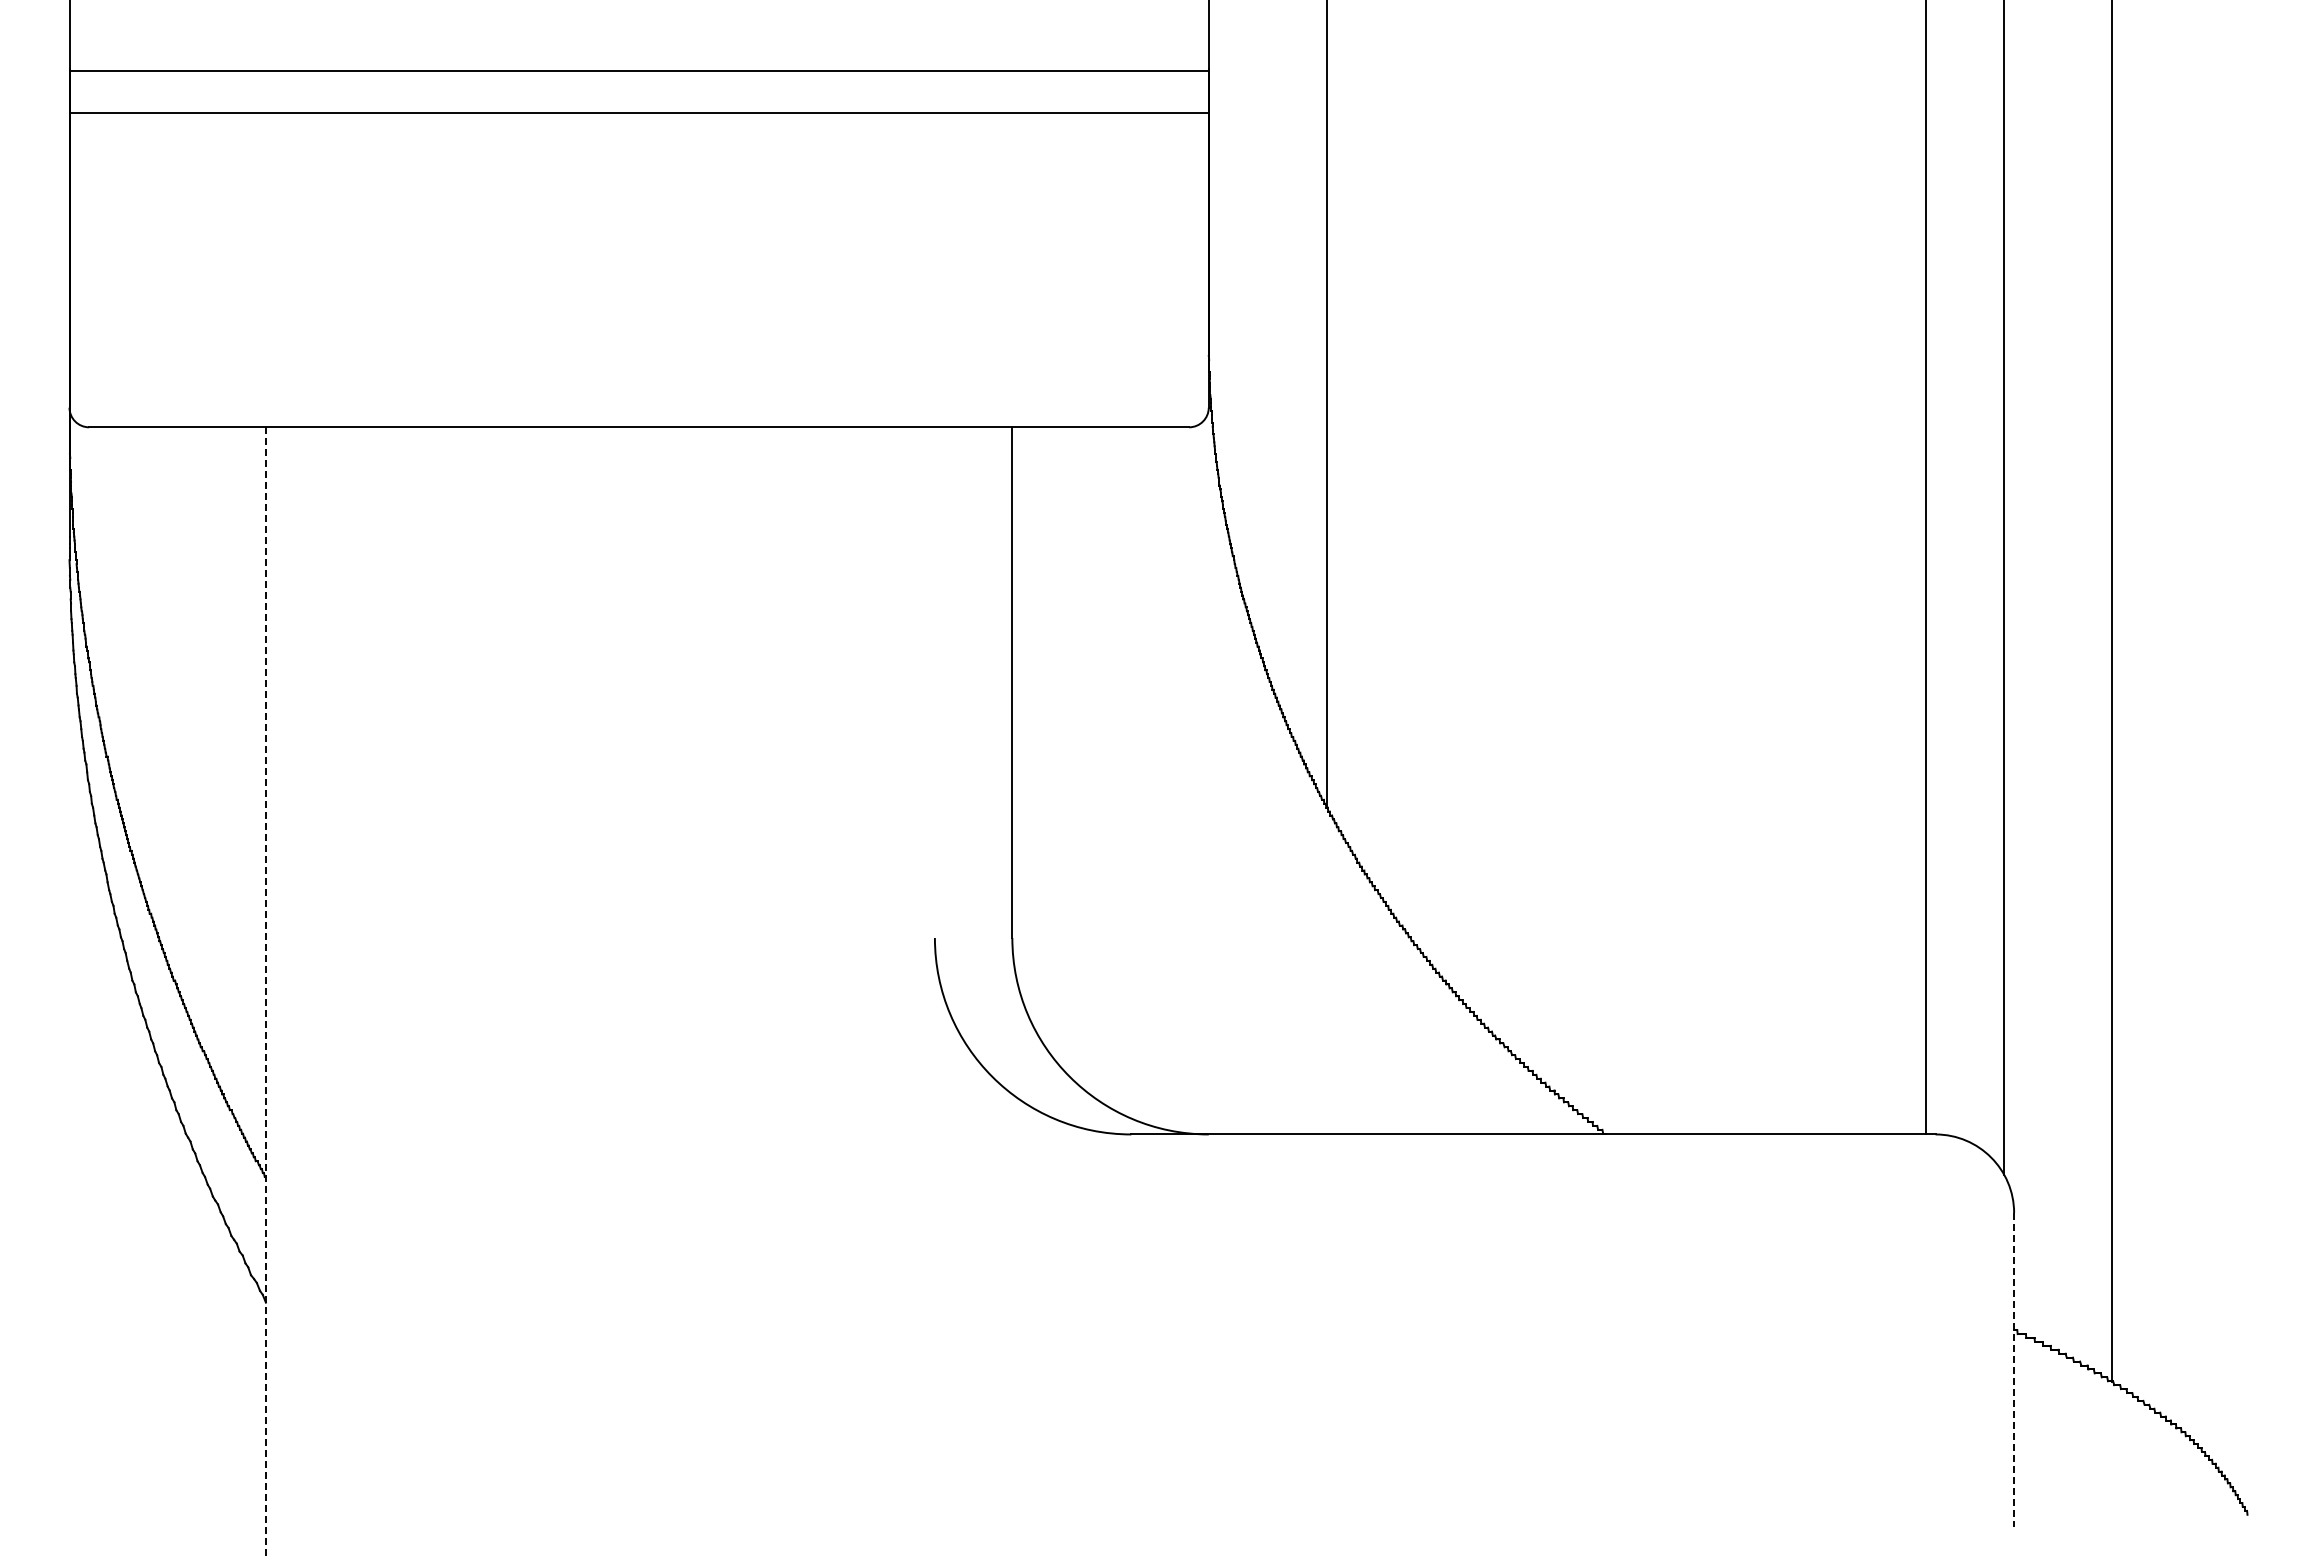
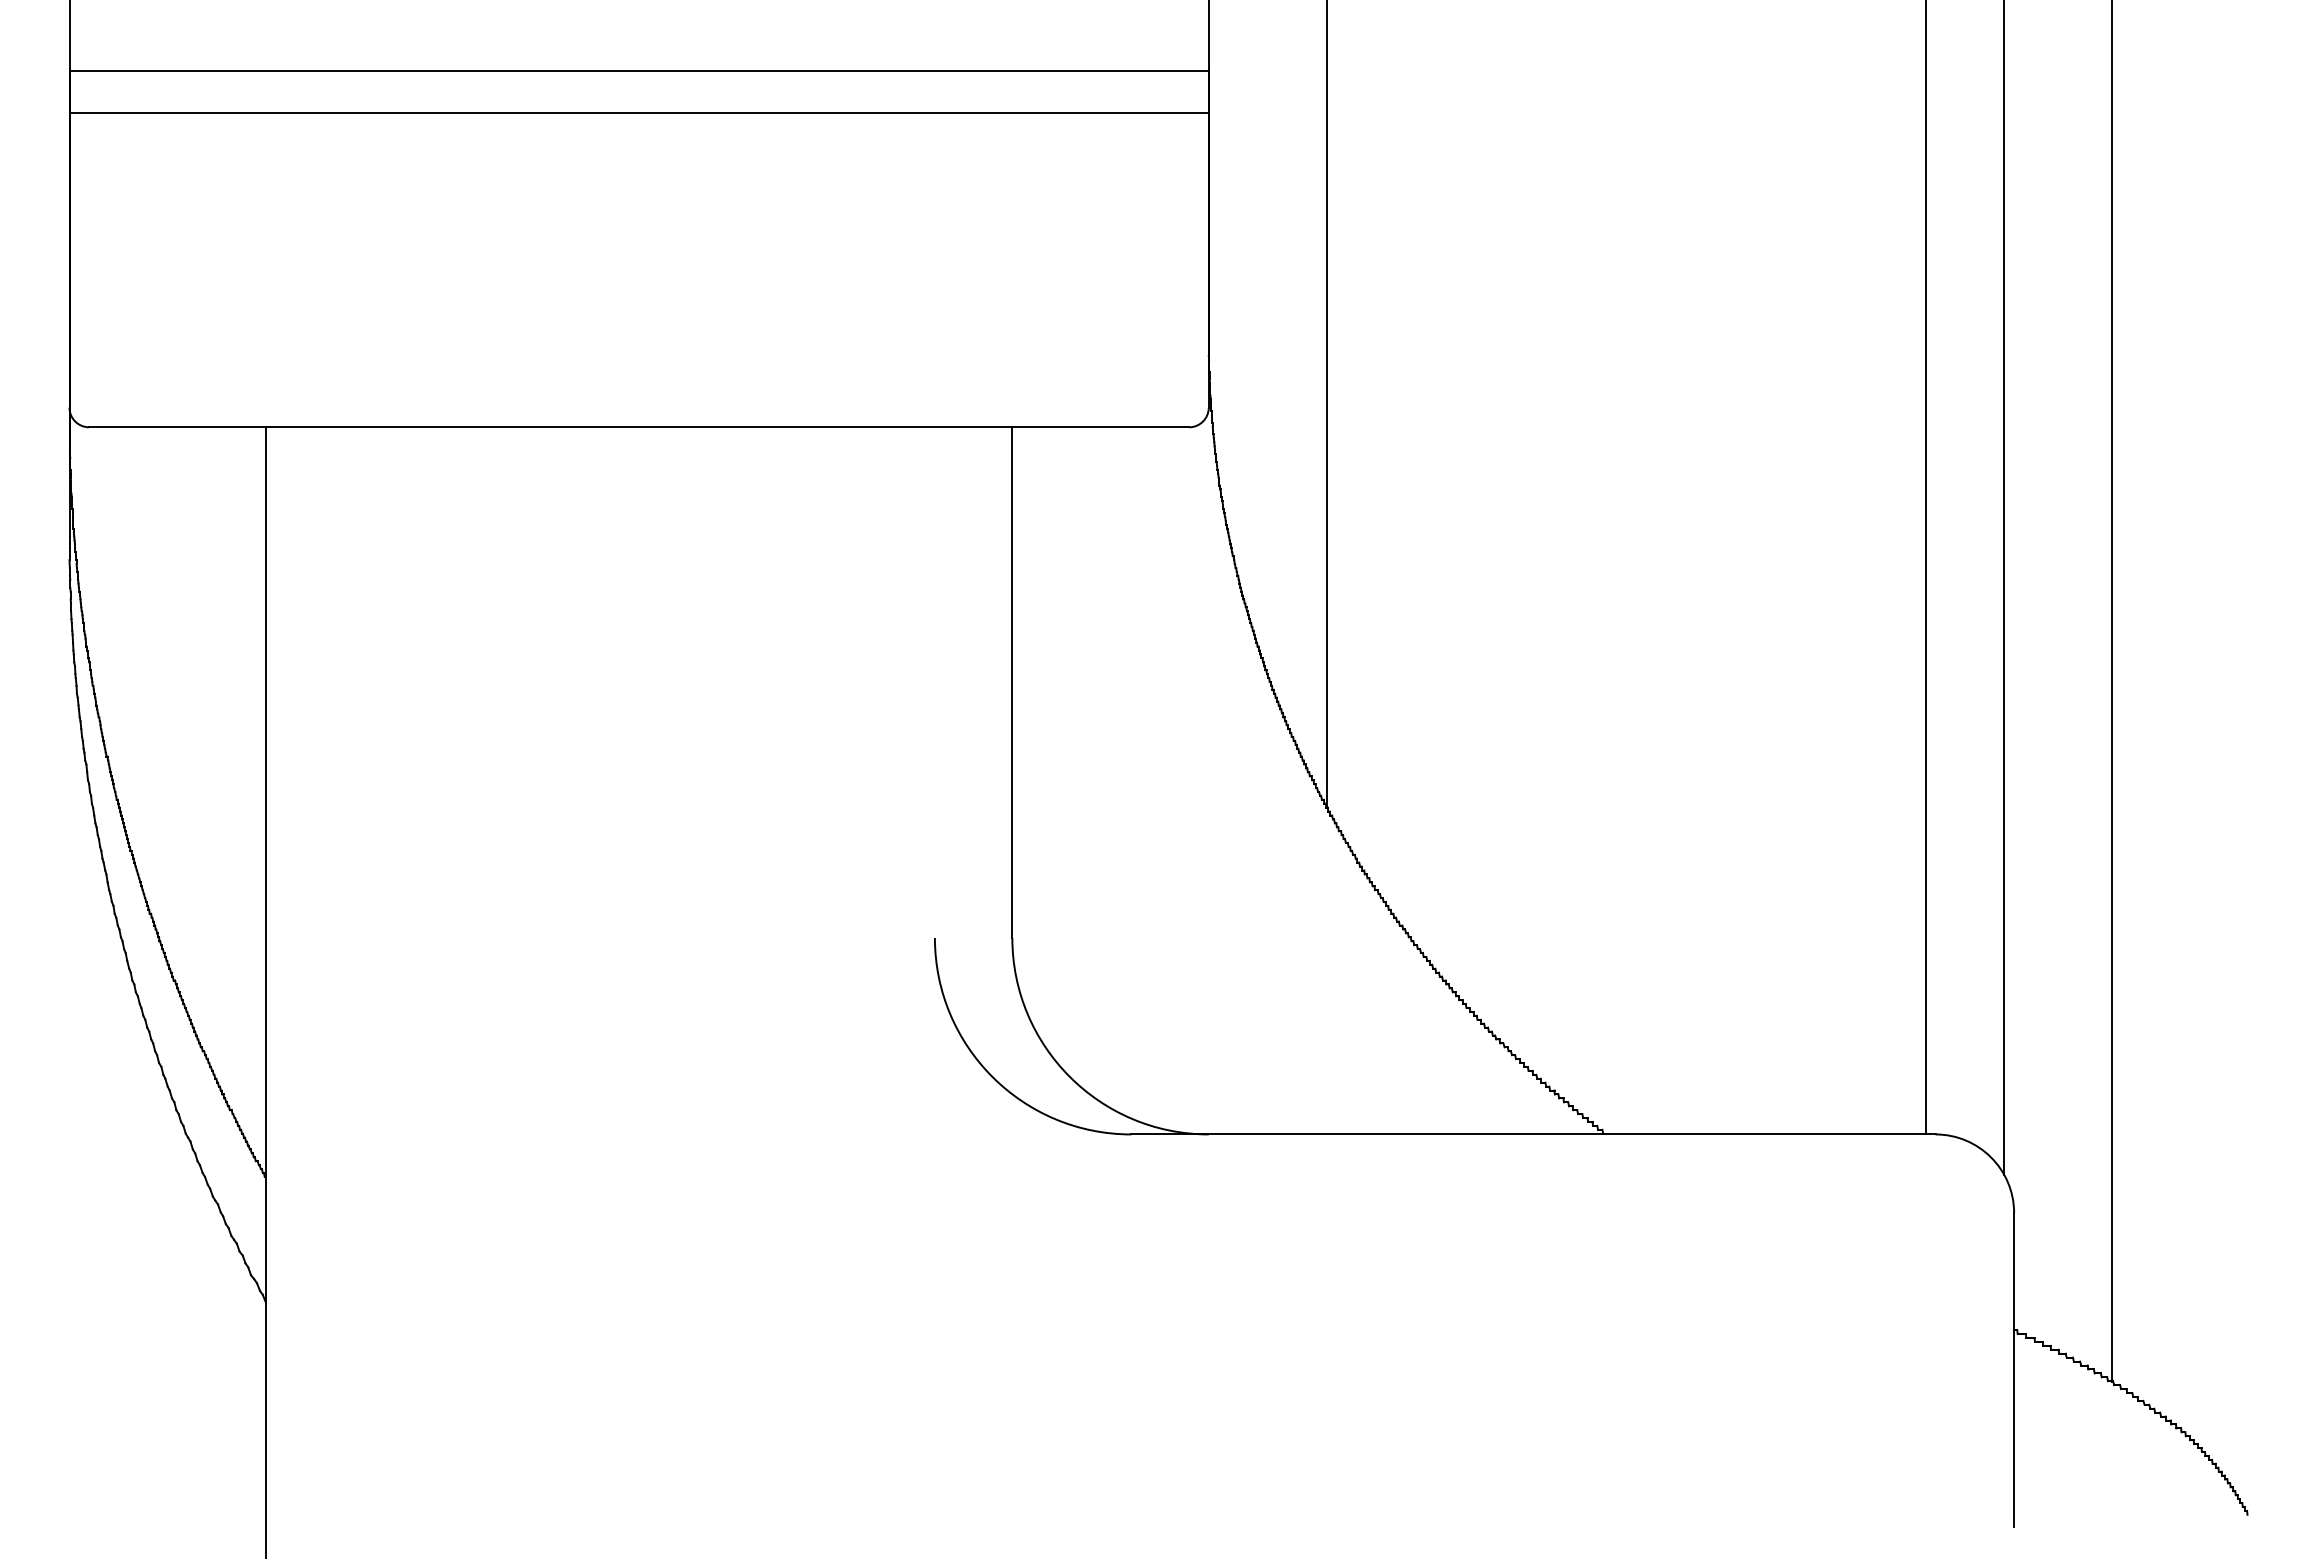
line at (265, 993): dashed -> solid
line at (2014, 1370): dashed -> solid
